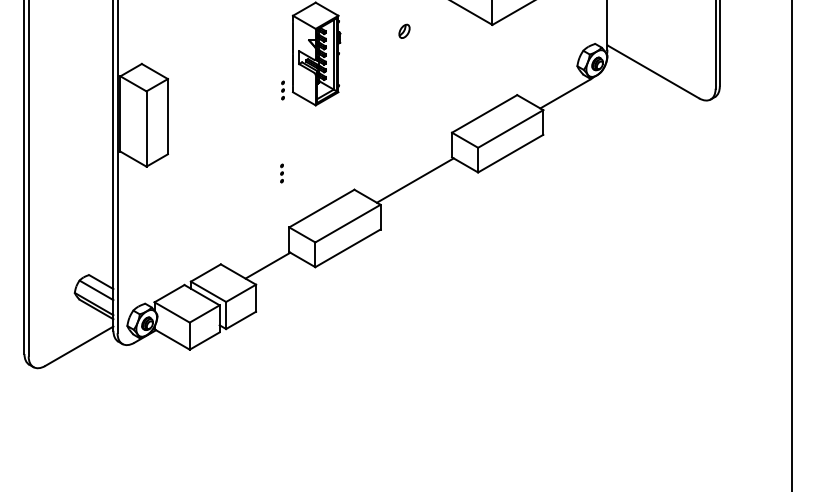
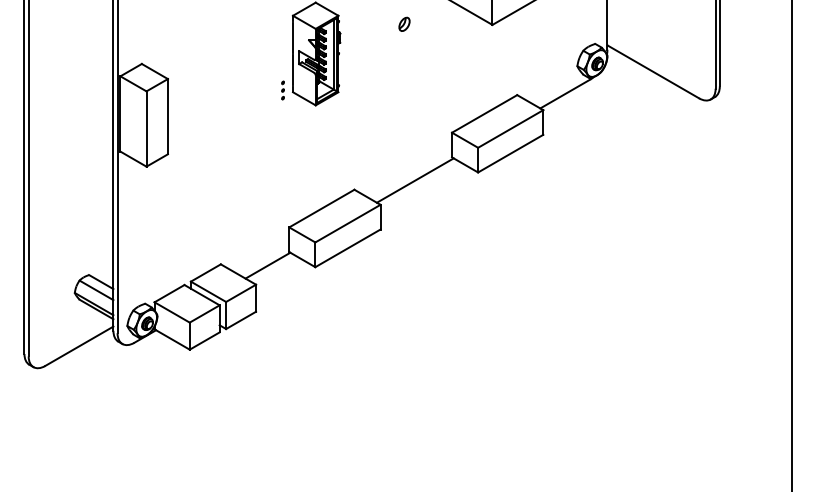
part at (404, 30) position: (404, 30) -> (404, 23)
line at (281, 173): present -> none
